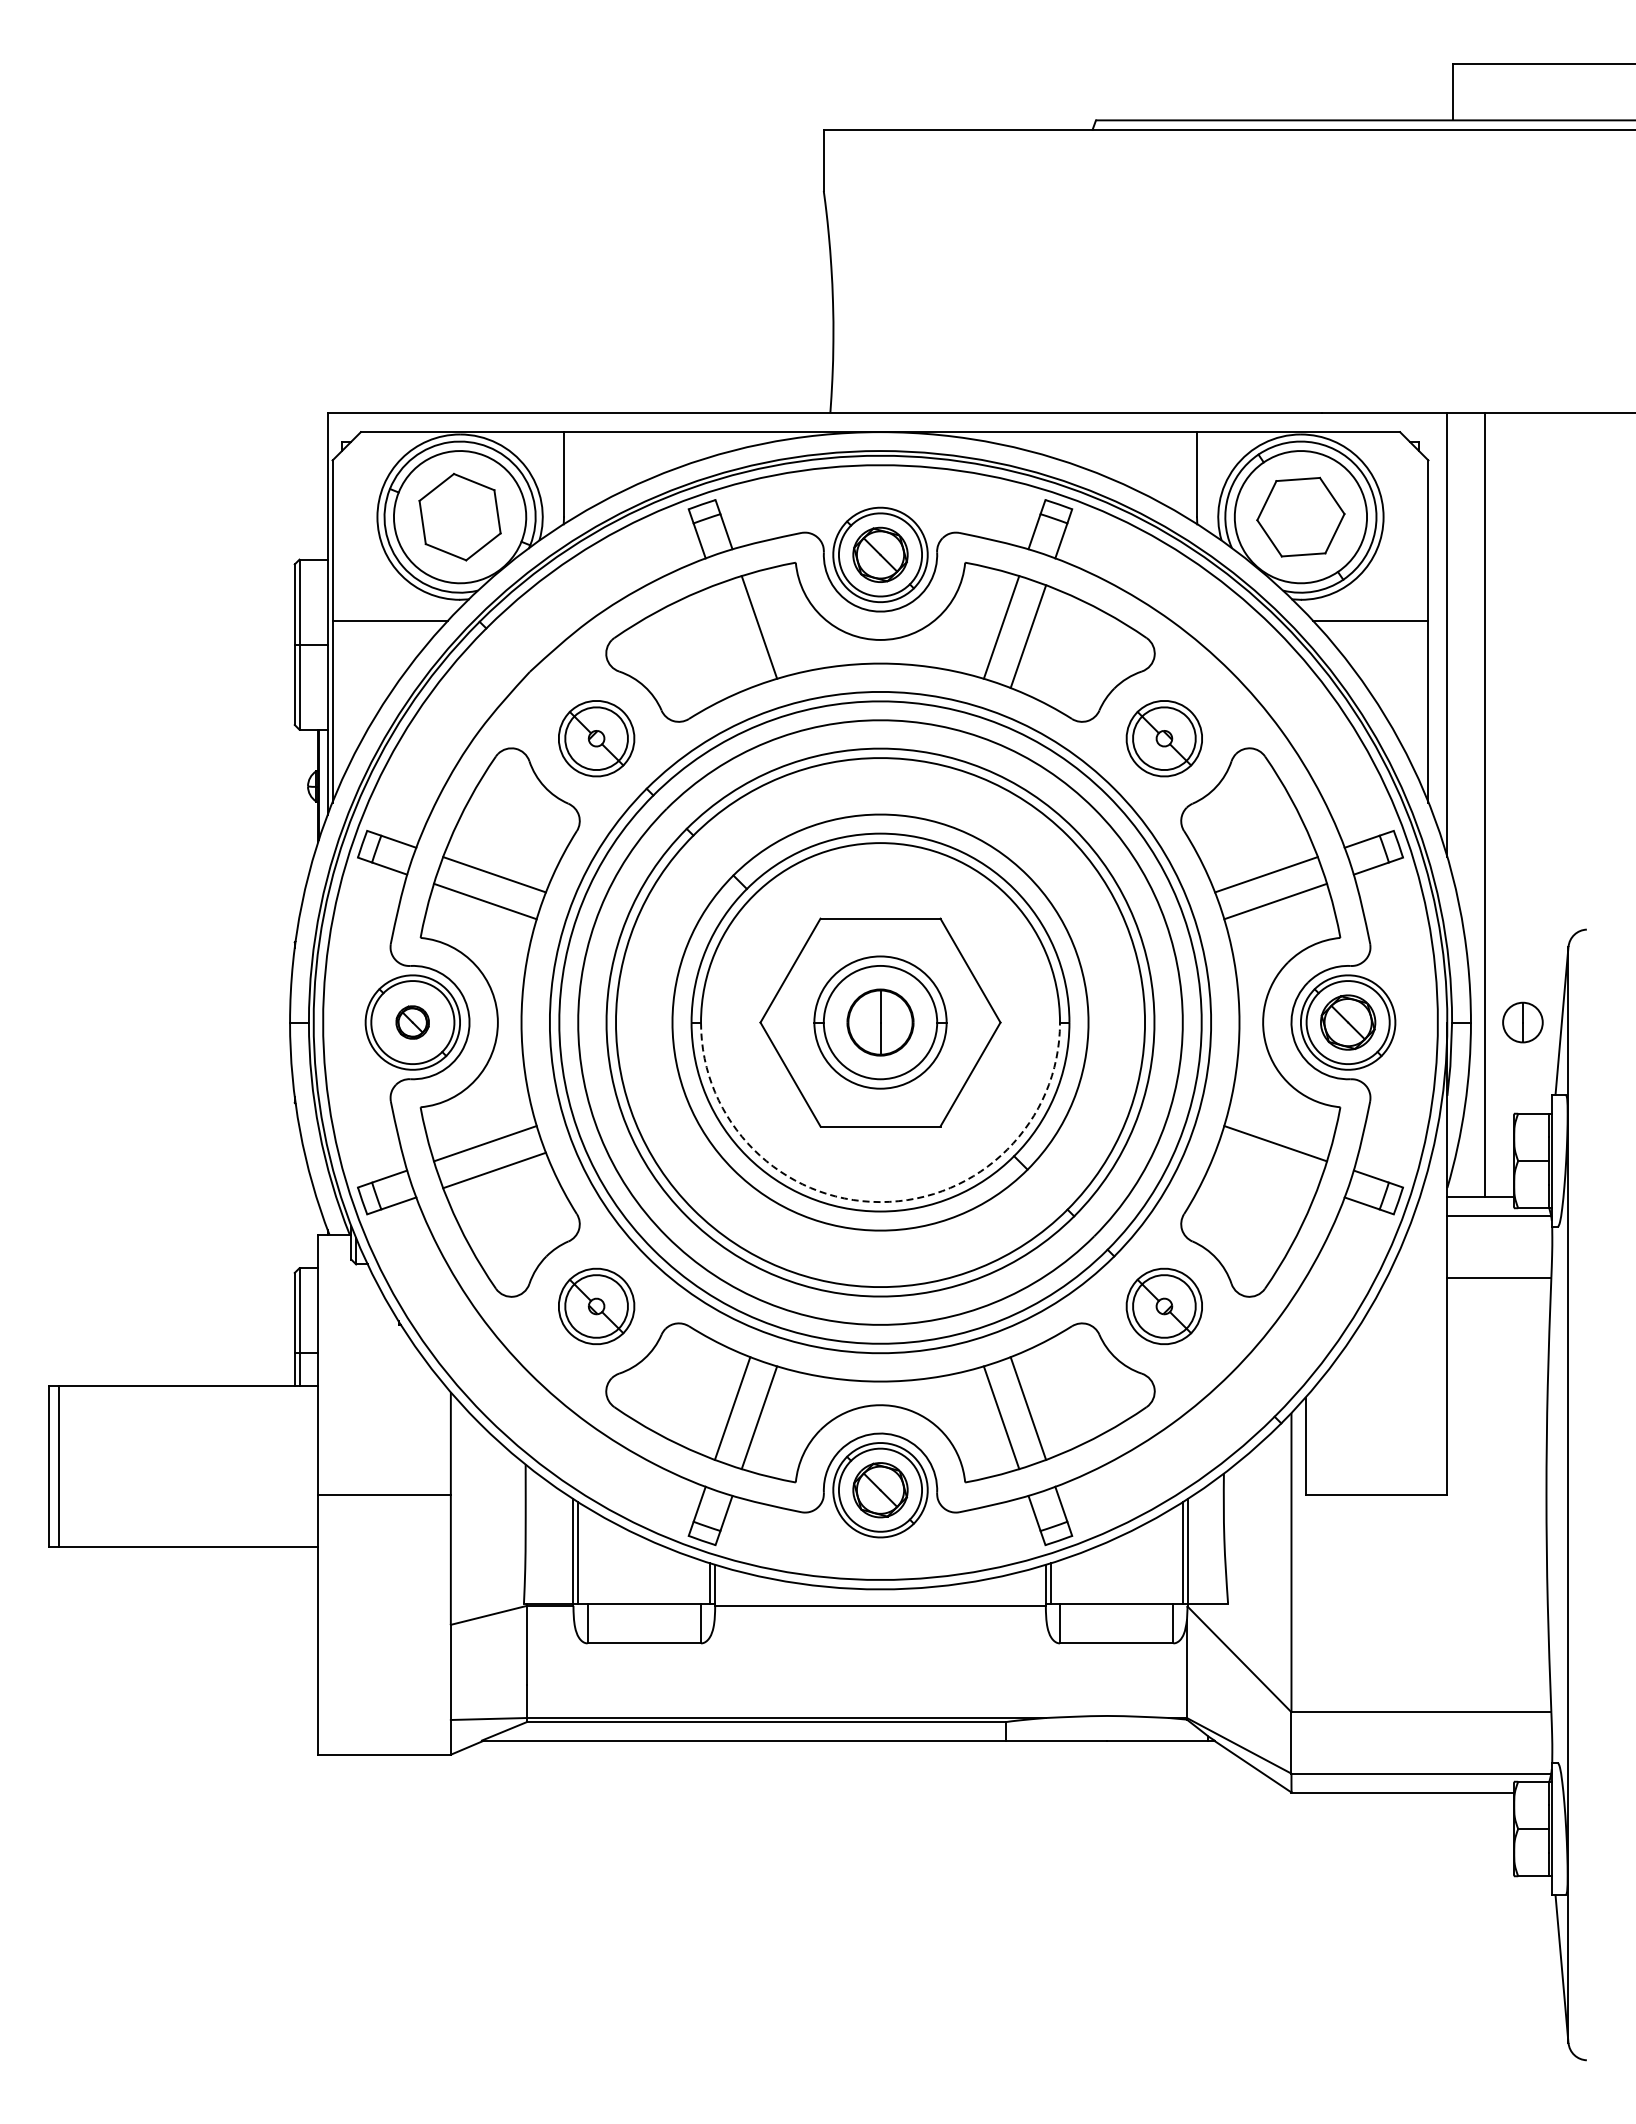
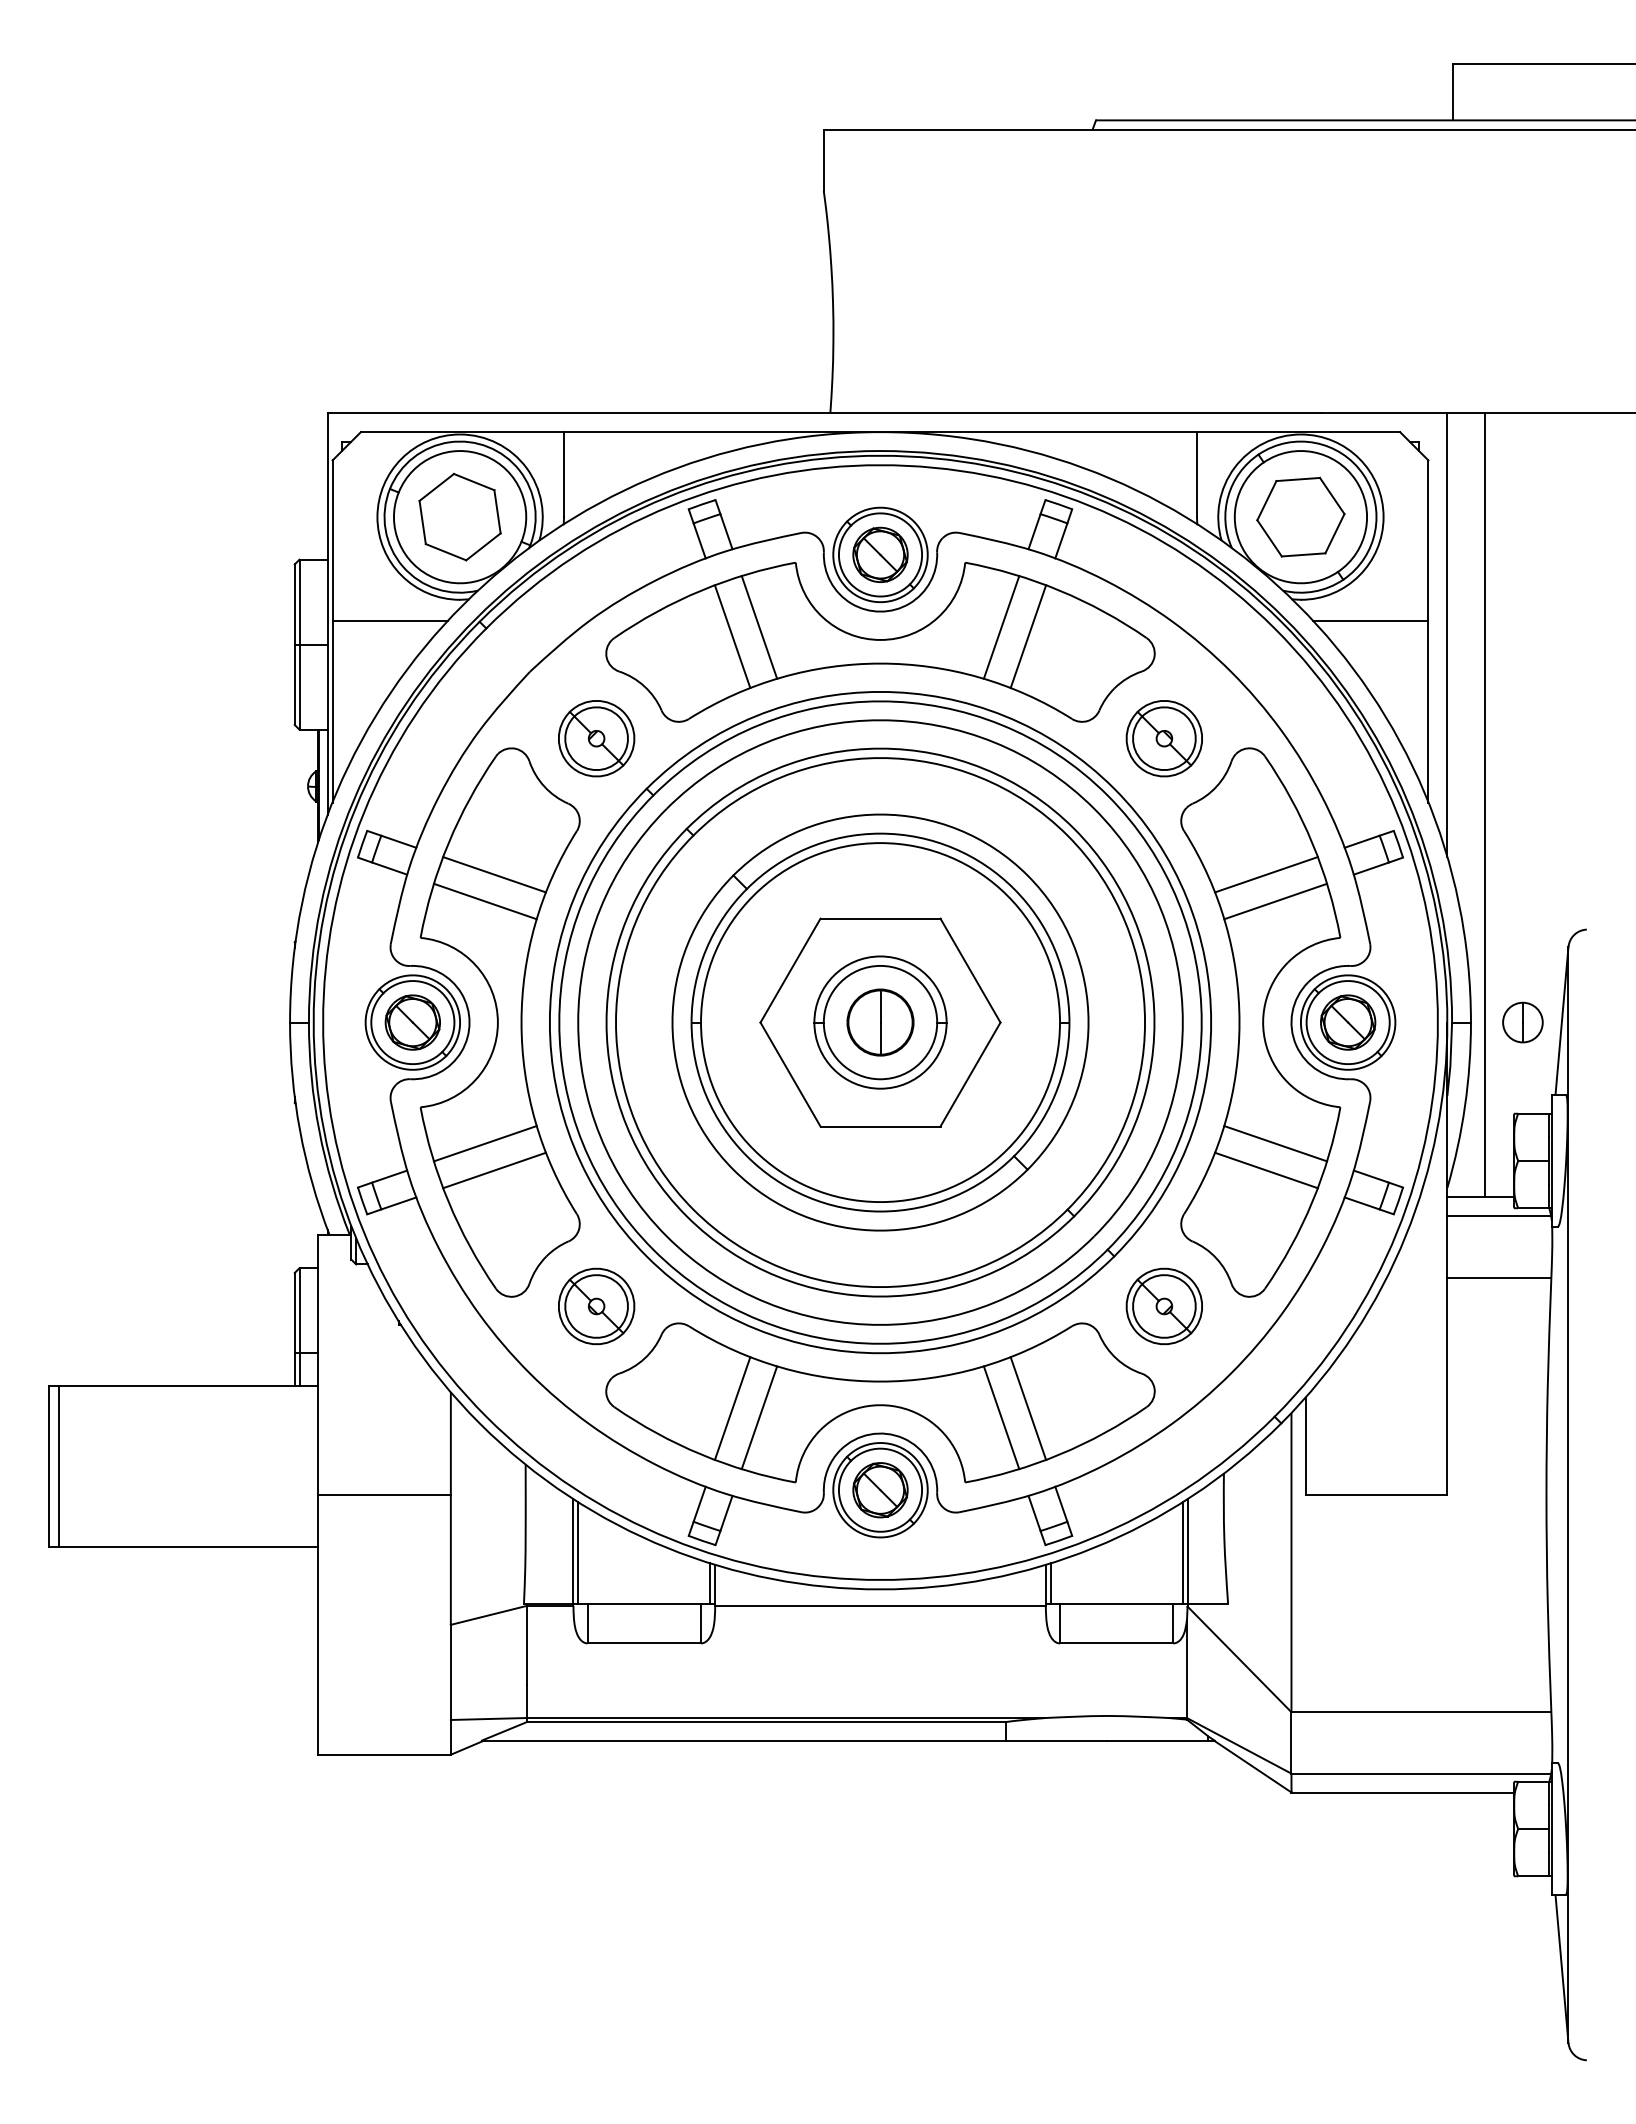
line at (732, 636): none -> present
part at (412, 1022) size: 35x35 px -> 57x57 px
line at (1266, 1170): none -> present
arc at (880, 1202): dashed -> solid
